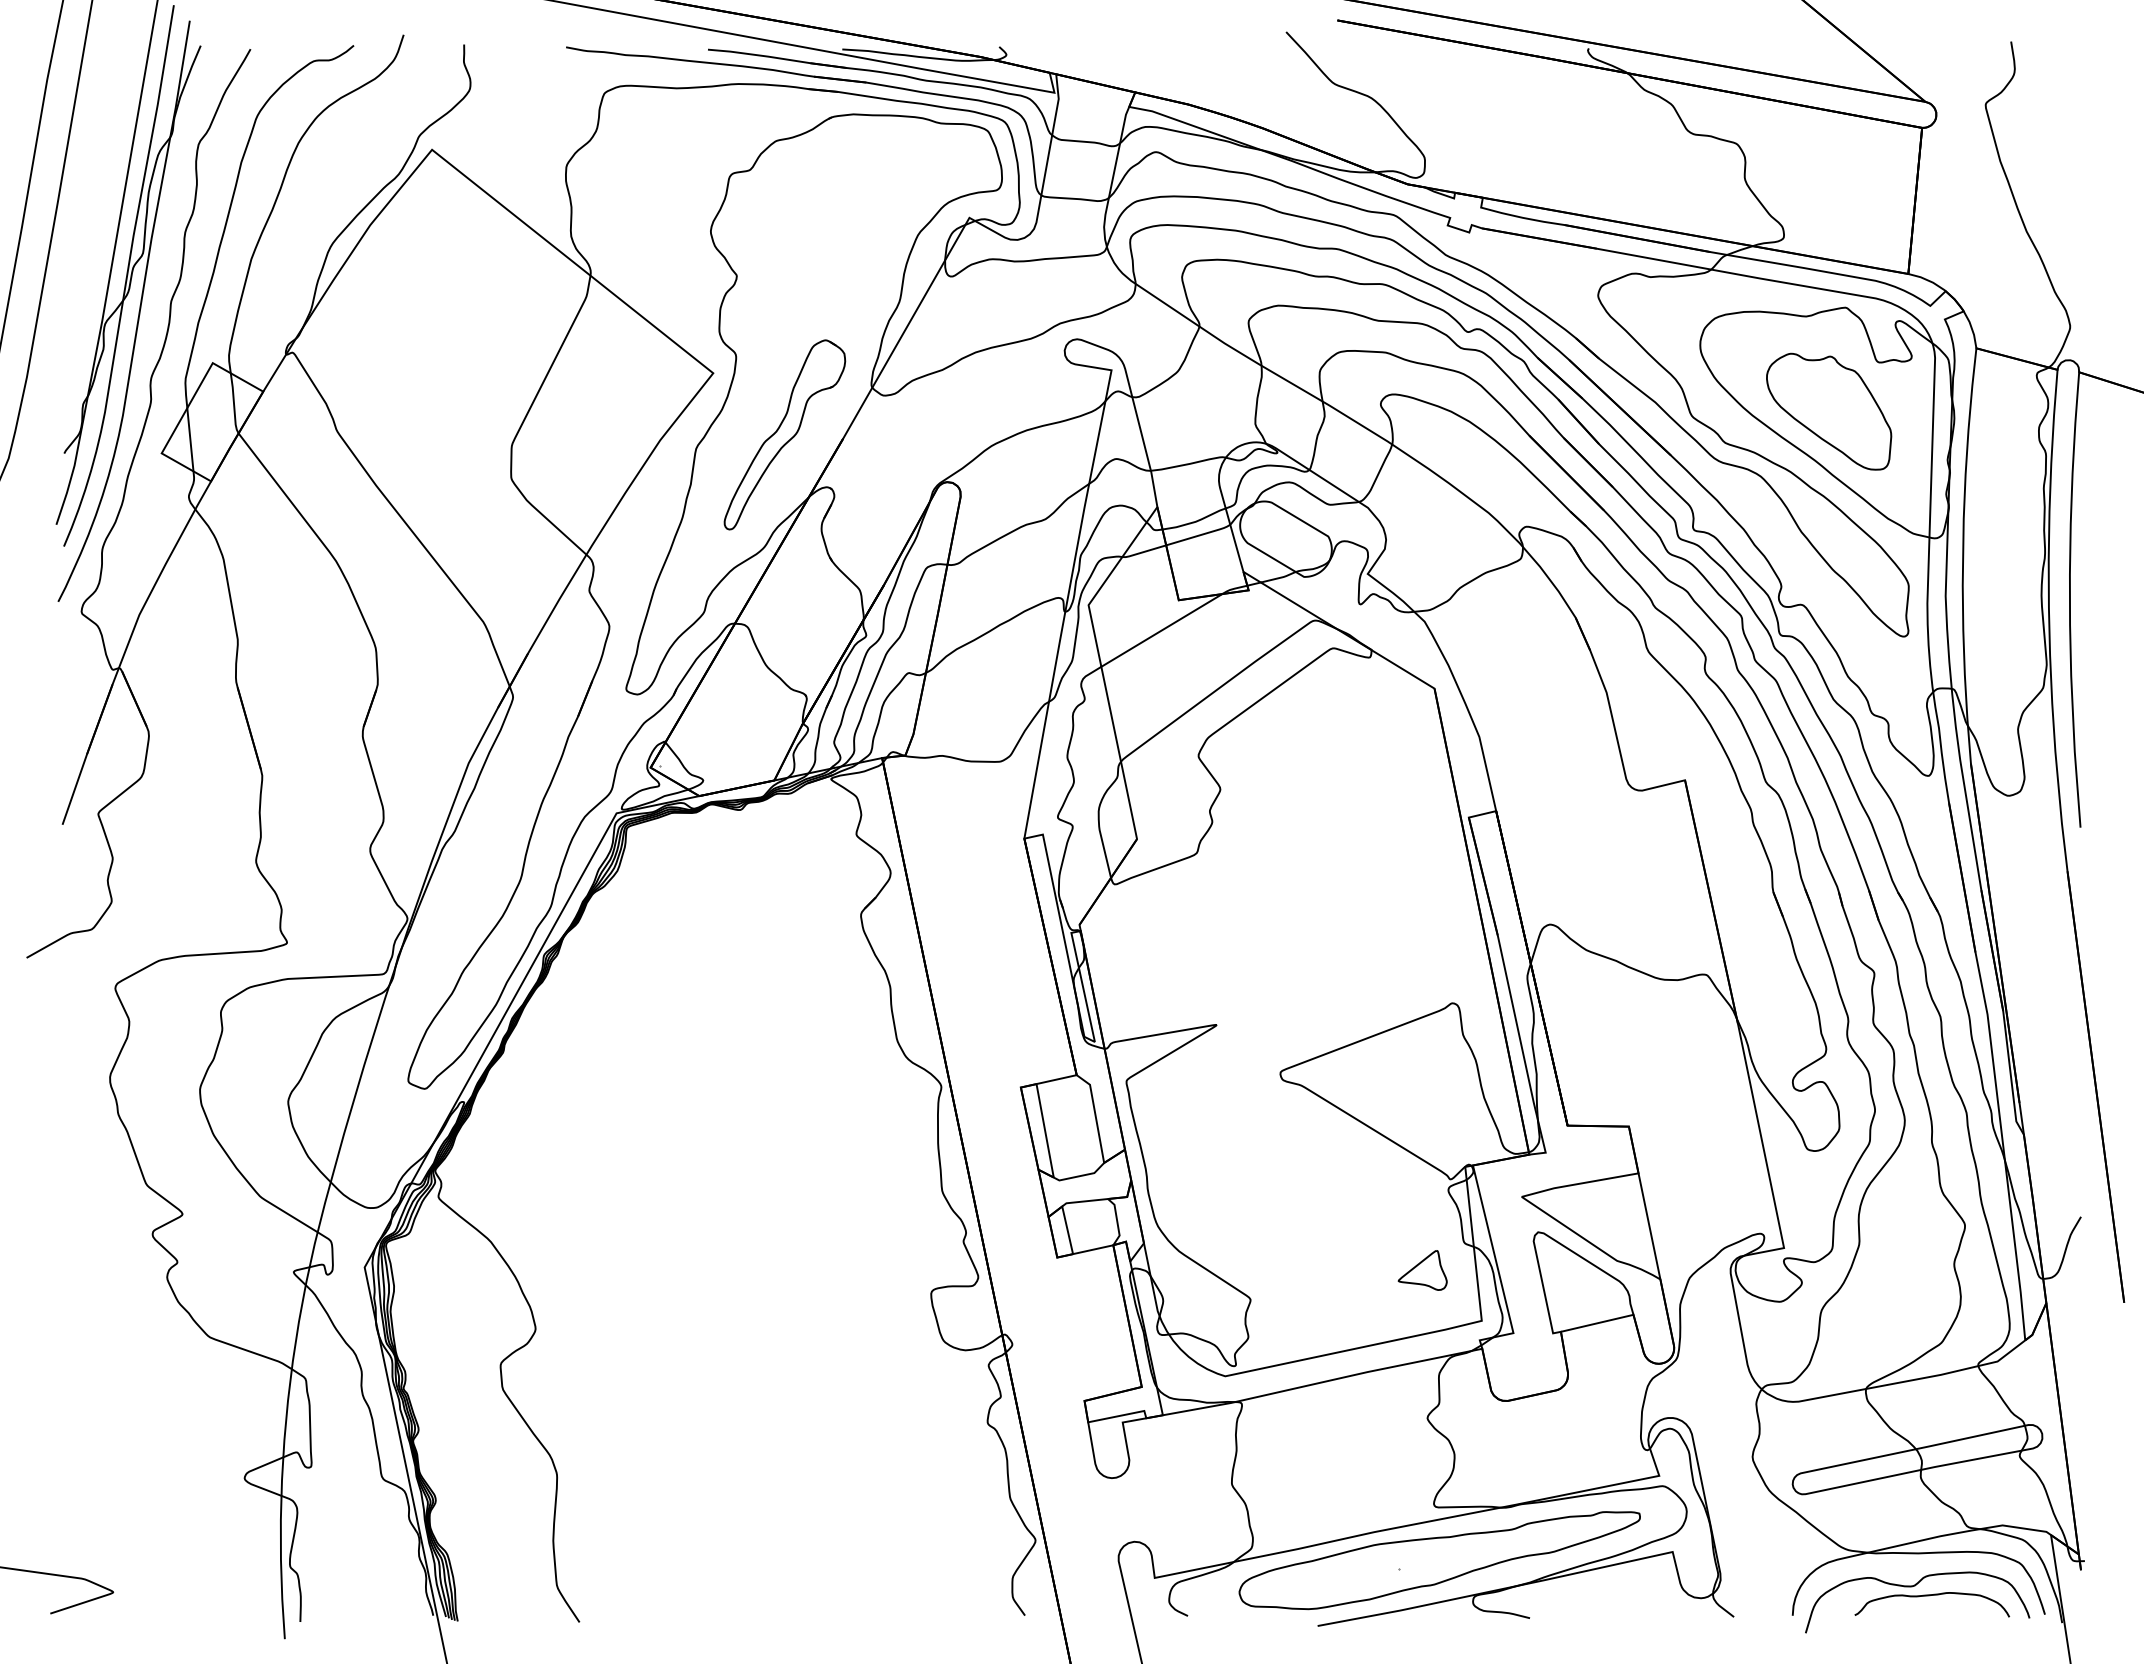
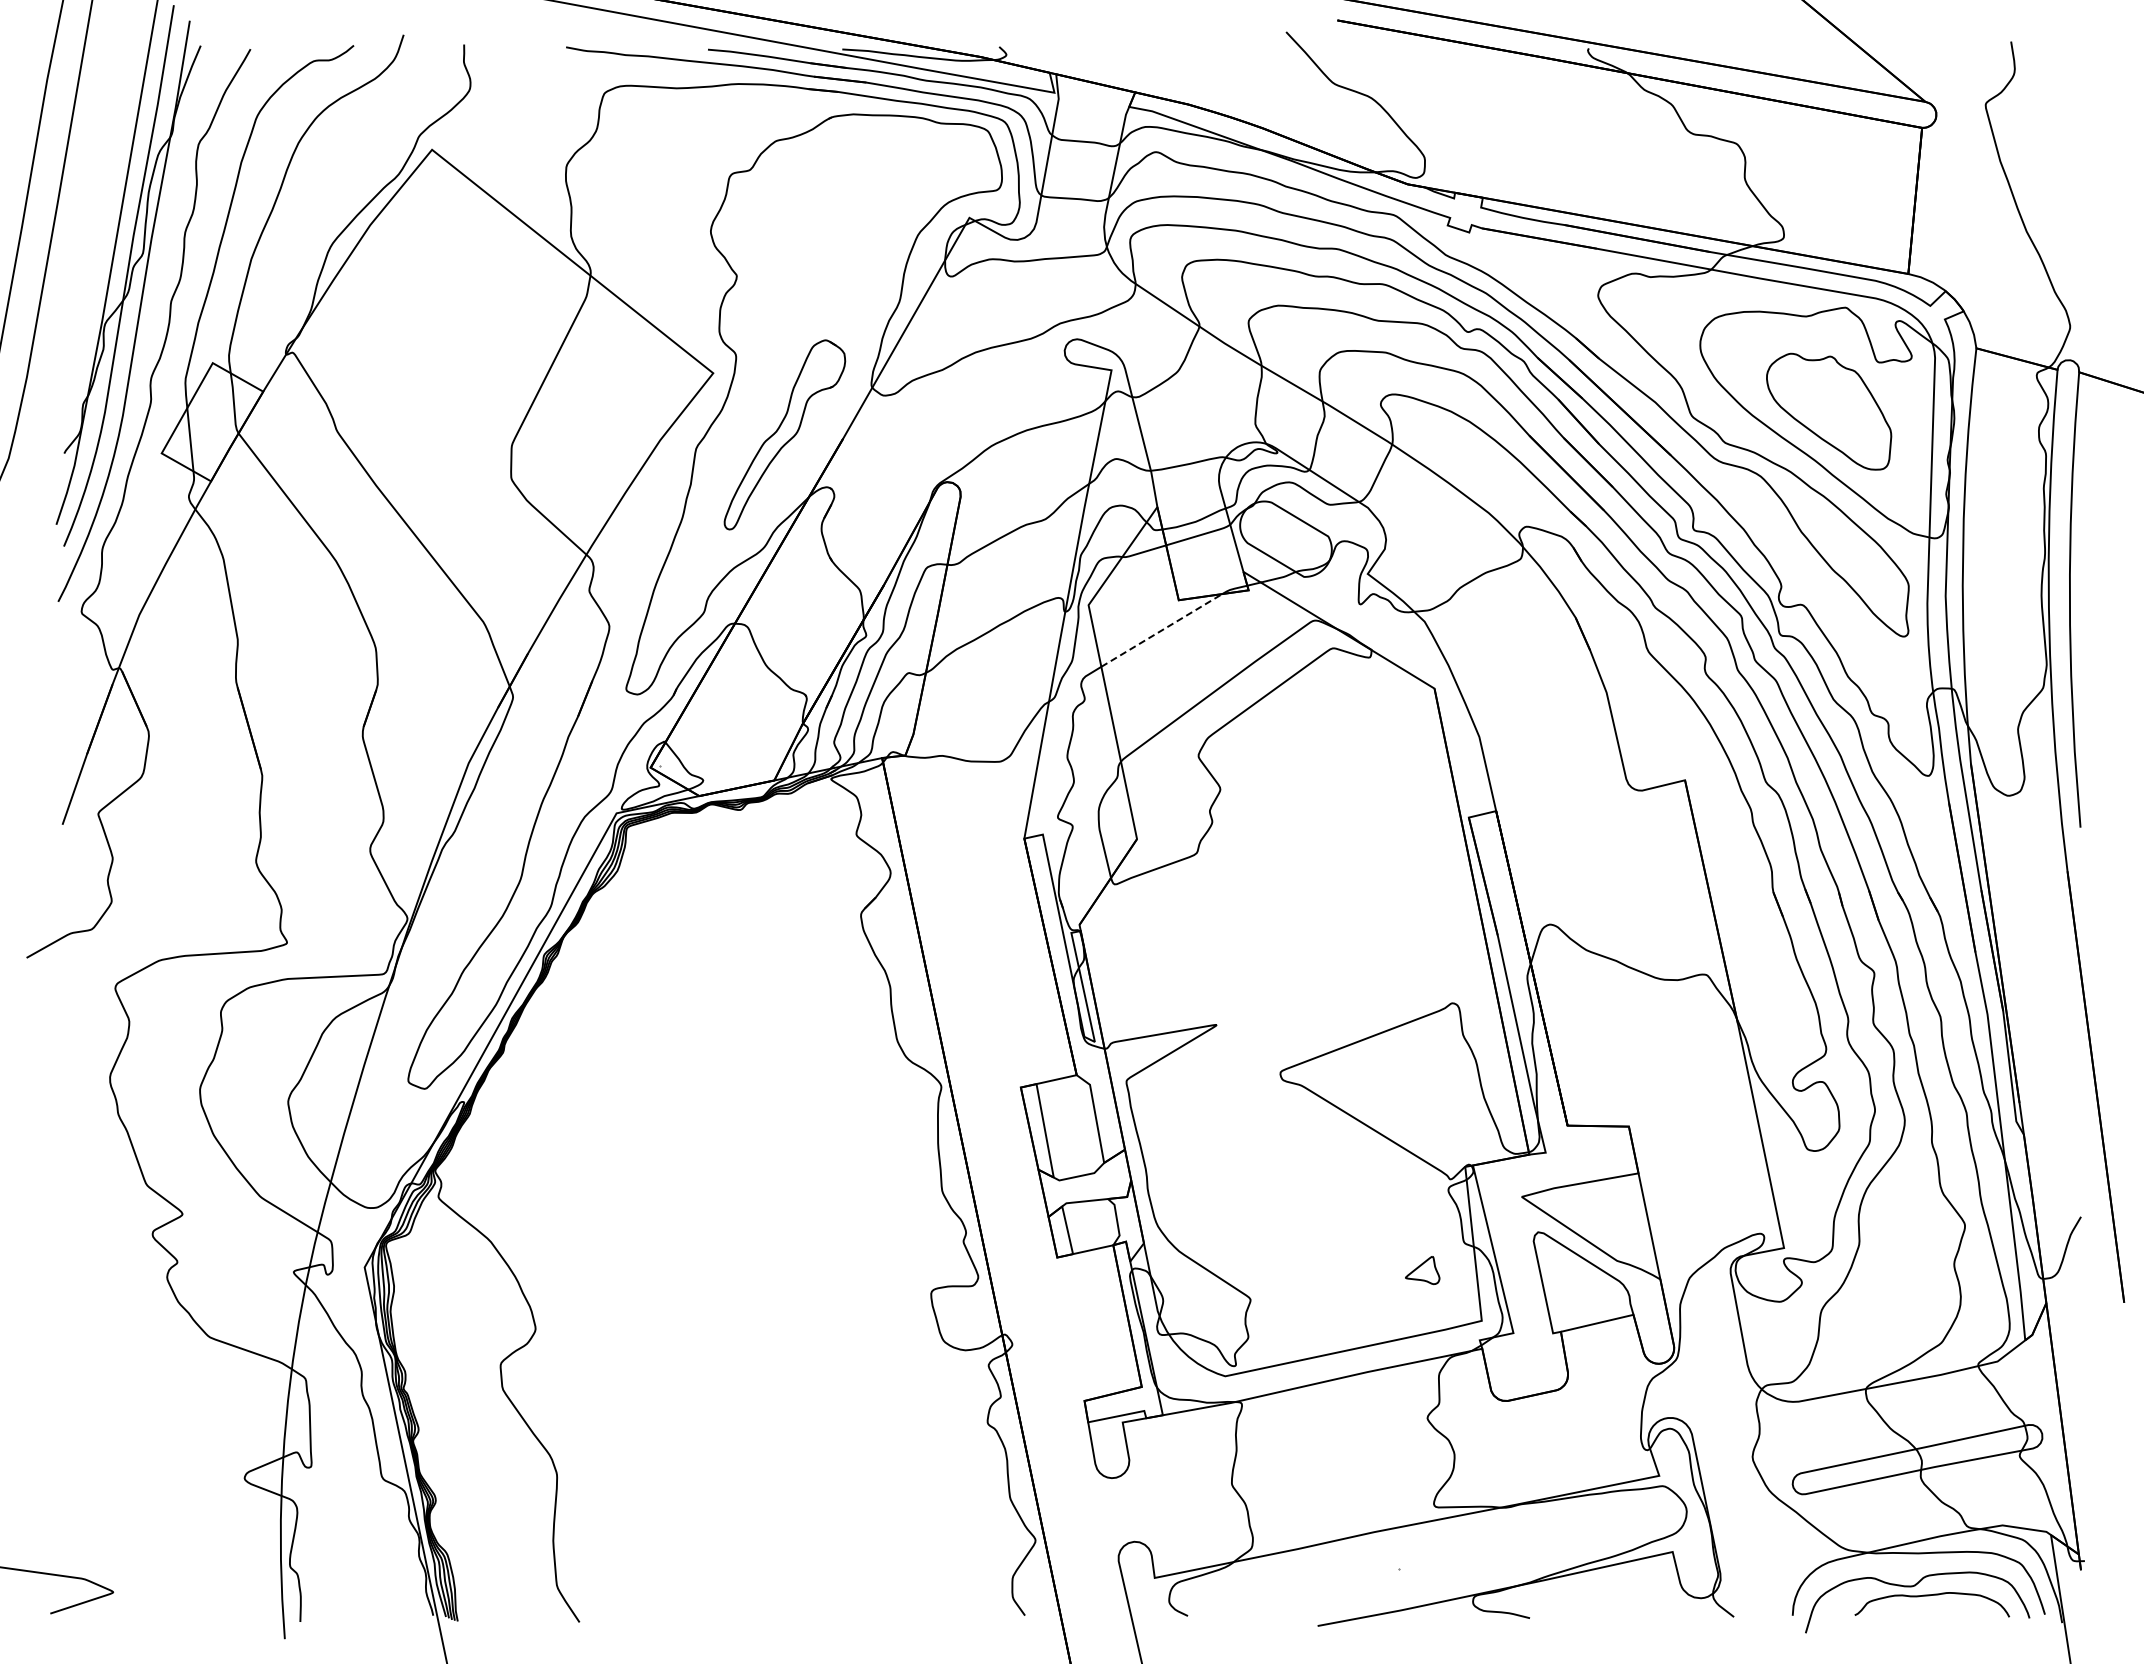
line at (1161, 630): solid -> dashed
part at (1422, 1270) size: 51x41 px -> 36x30 px
part at (1439, 1560): present -> none
